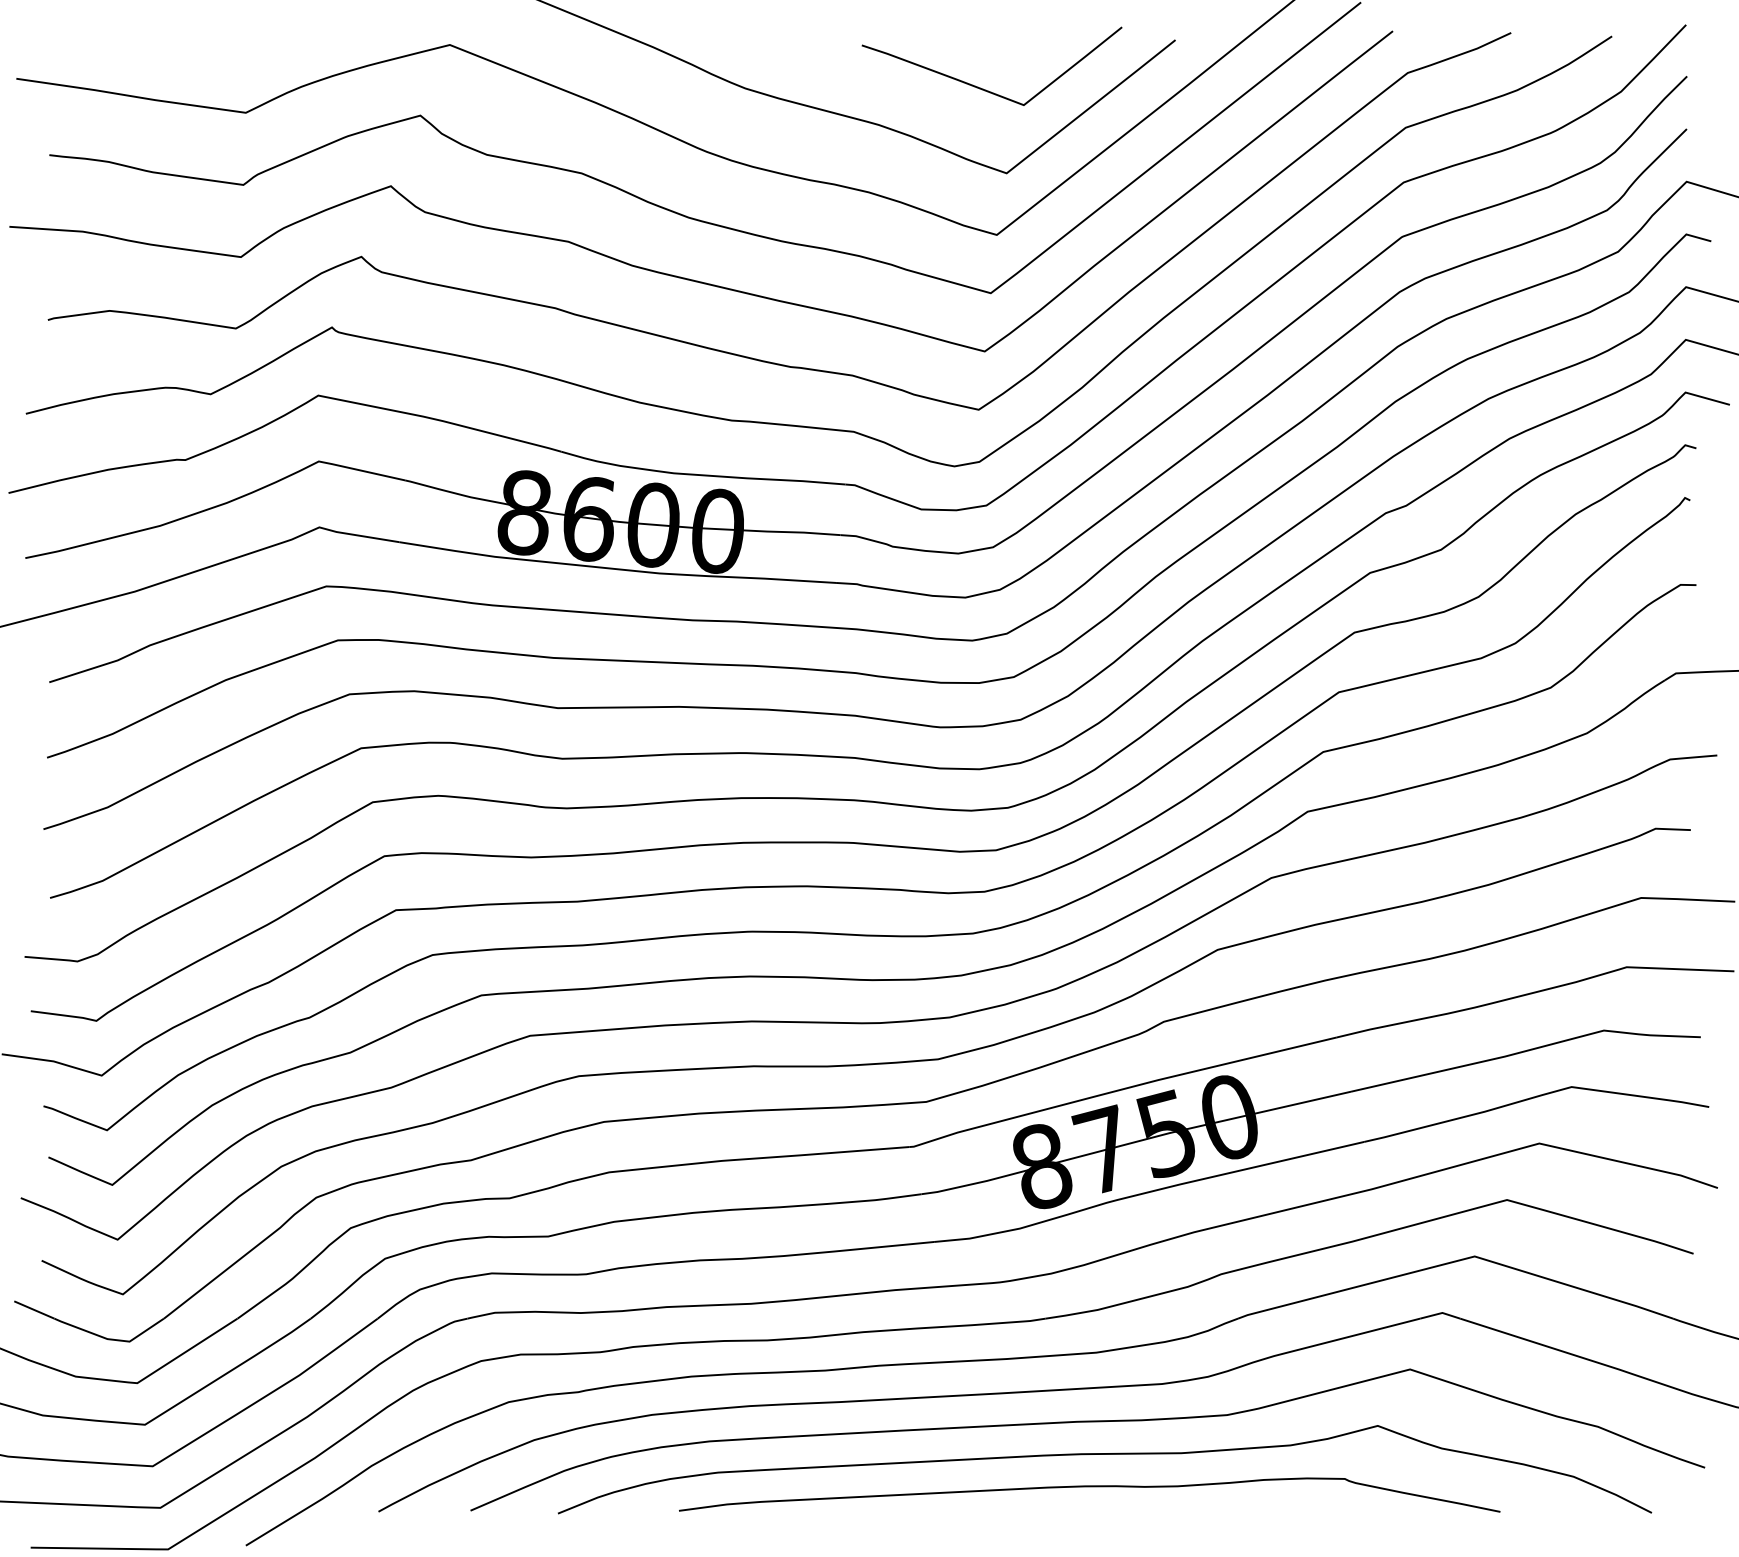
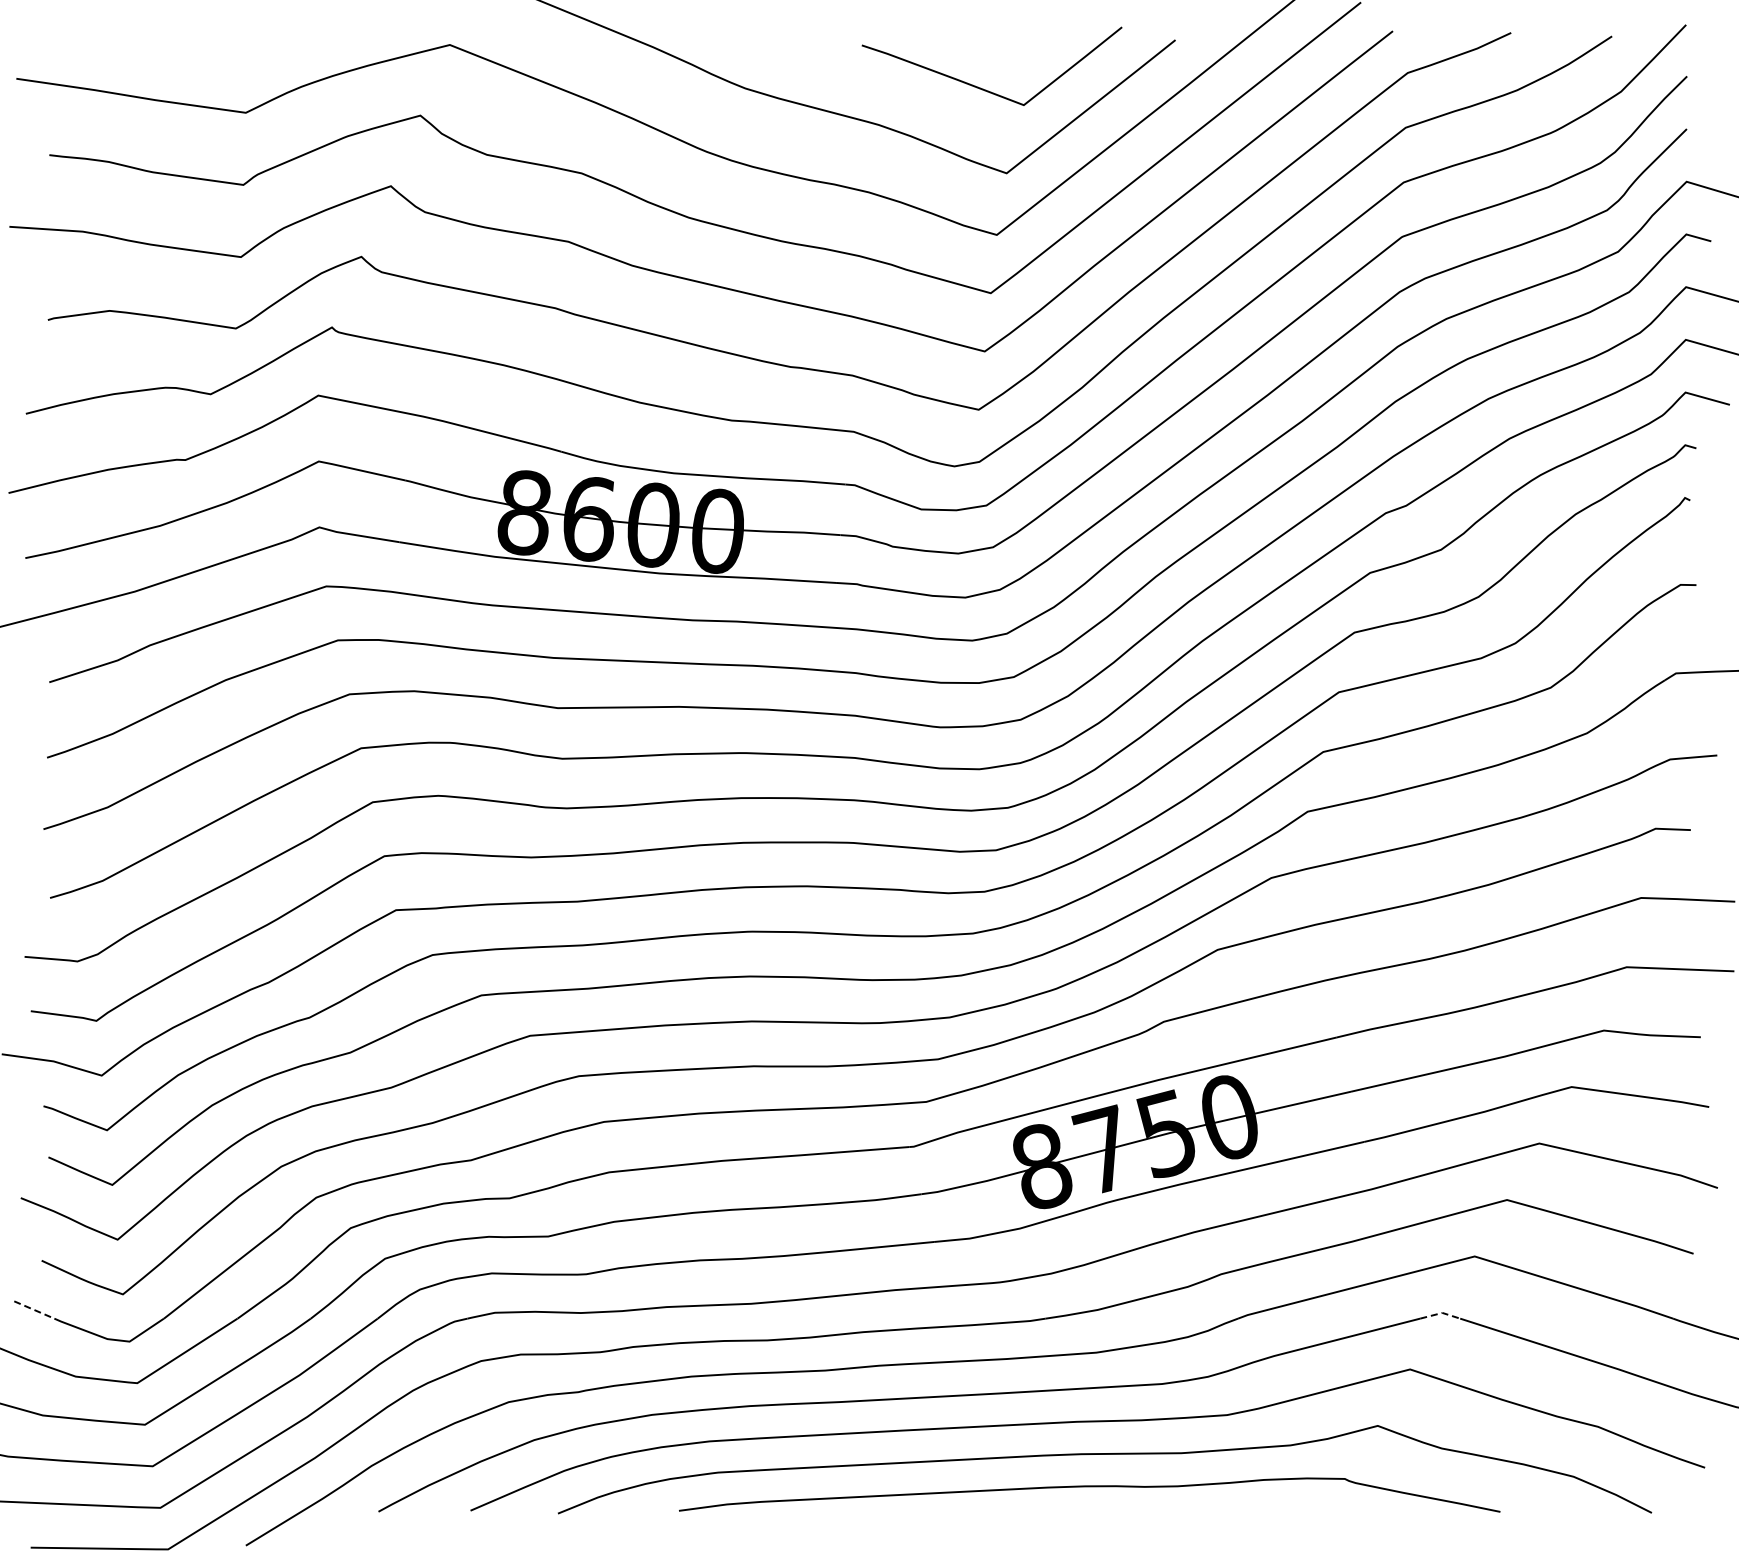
line at (34, 1309): solid -> dashed
line at (1441, 1313): solid -> dashed
